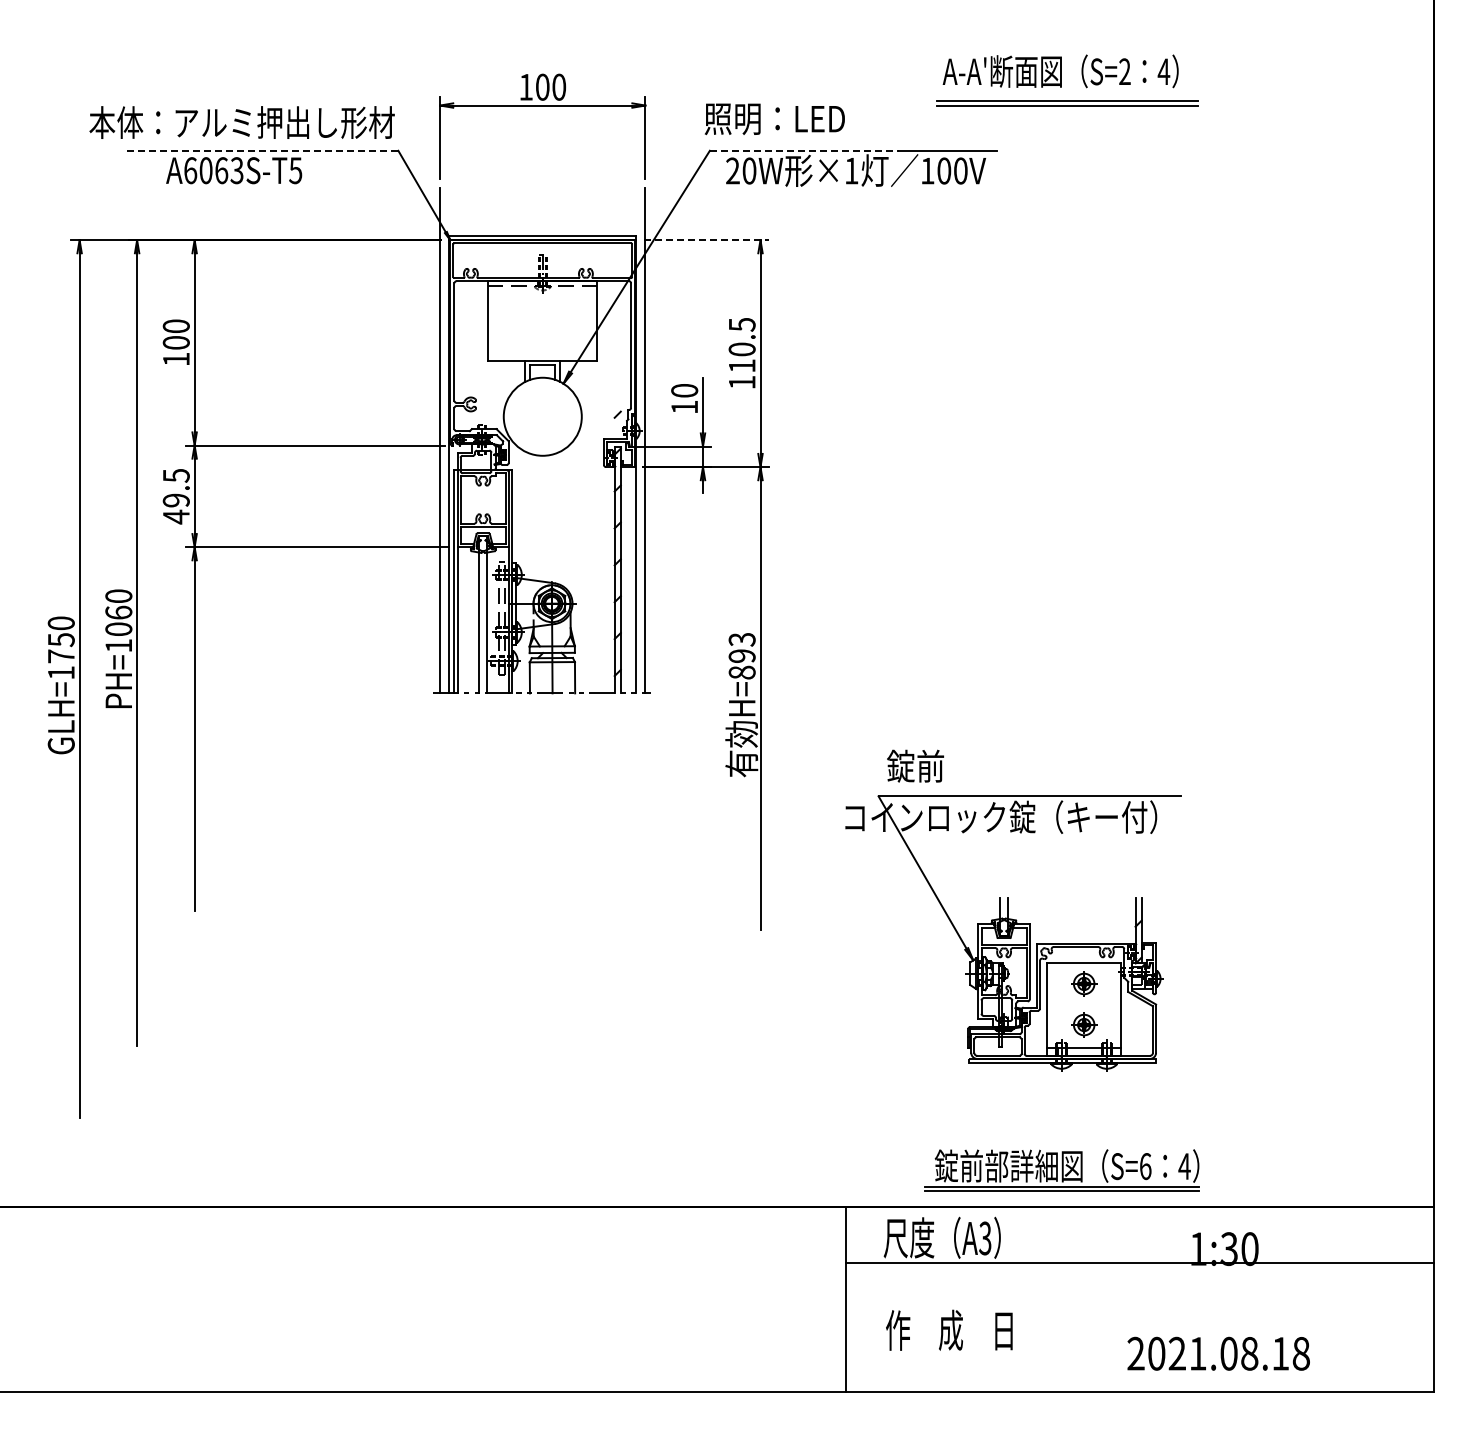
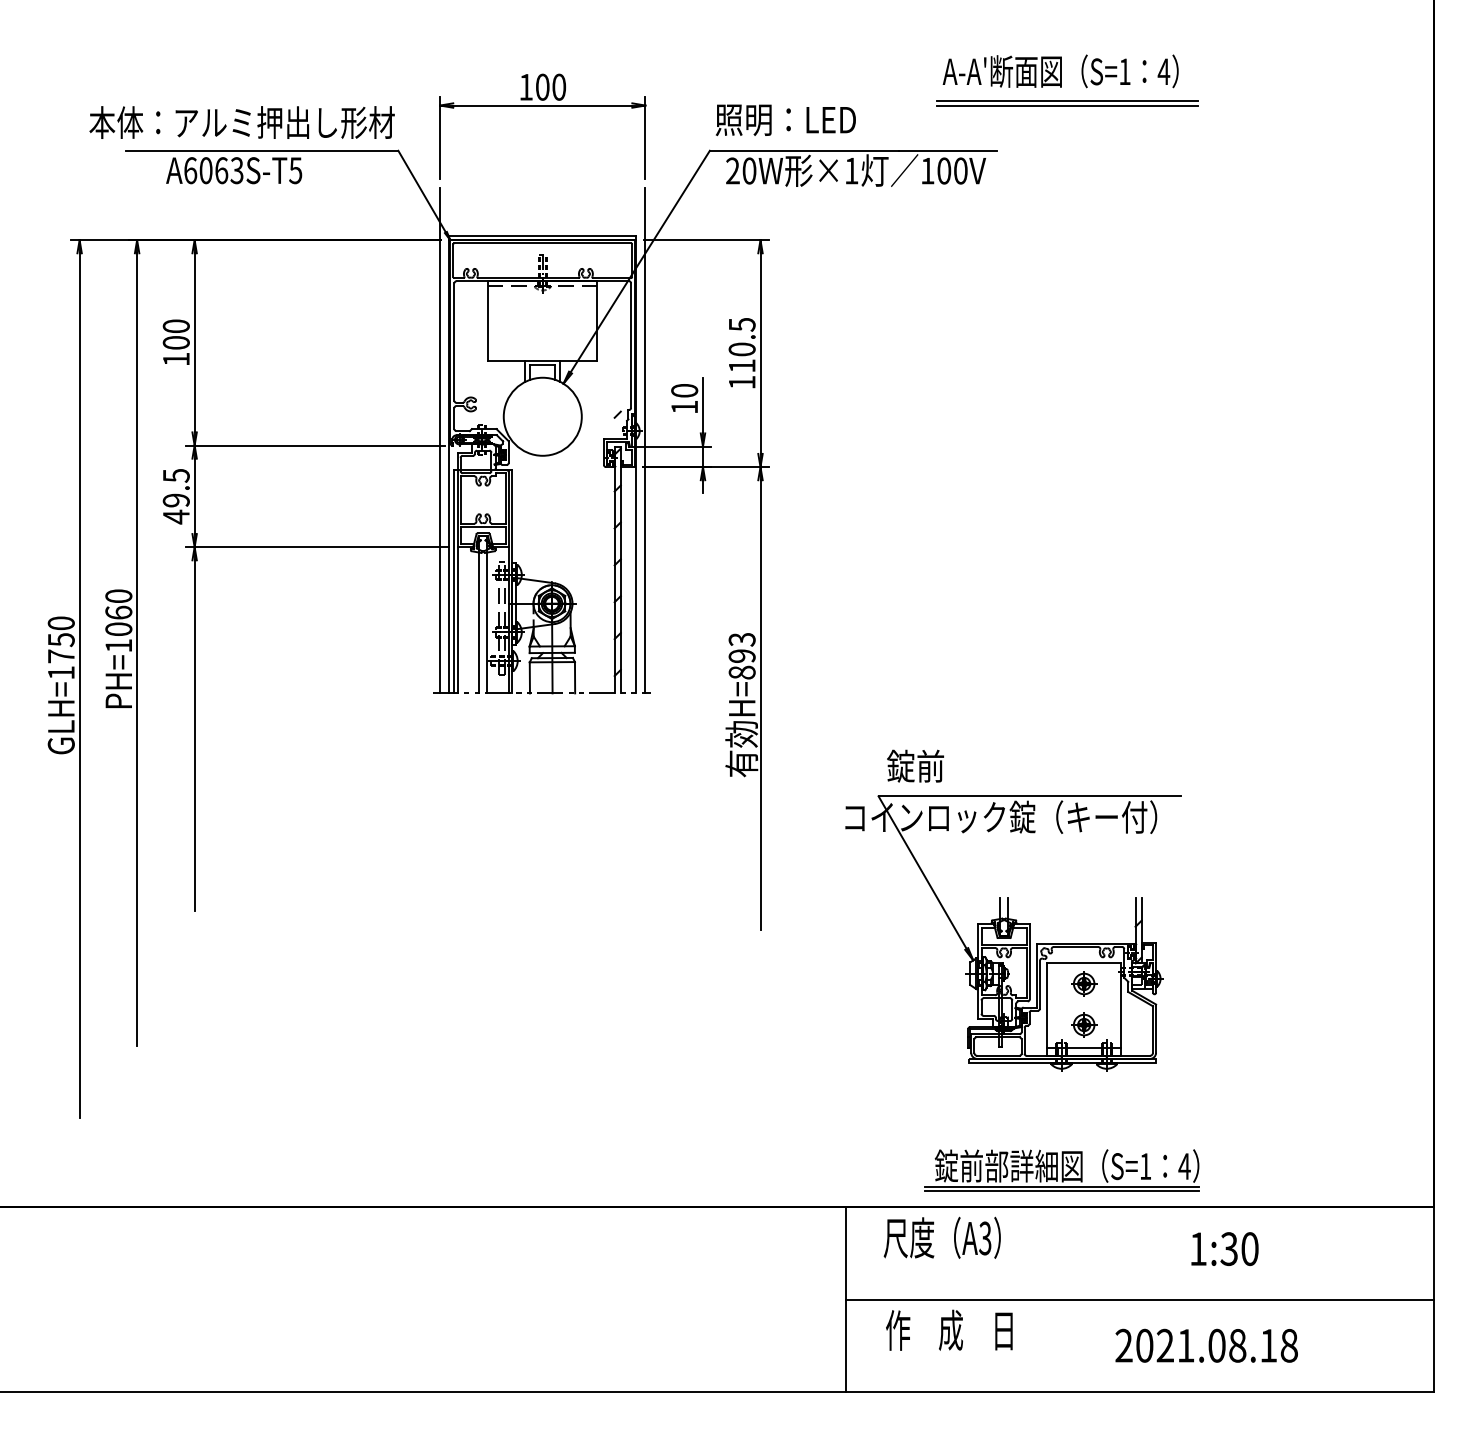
text at (1124, 71): S=2 -> S=1
text at (774, 119) position: (774, 119) -> (785, 120)
line at (261, 150): dashed -> solid
line at (804, 150): dashed -> solid
line at (707, 240): dashed -> solid
text at (1145, 1166): S=6 -> S=1
line at (1139, 1262) position: (1139, 1262) -> (1139, 1299)
text at (1218, 1353) position: (1218, 1353) -> (1206, 1345)
